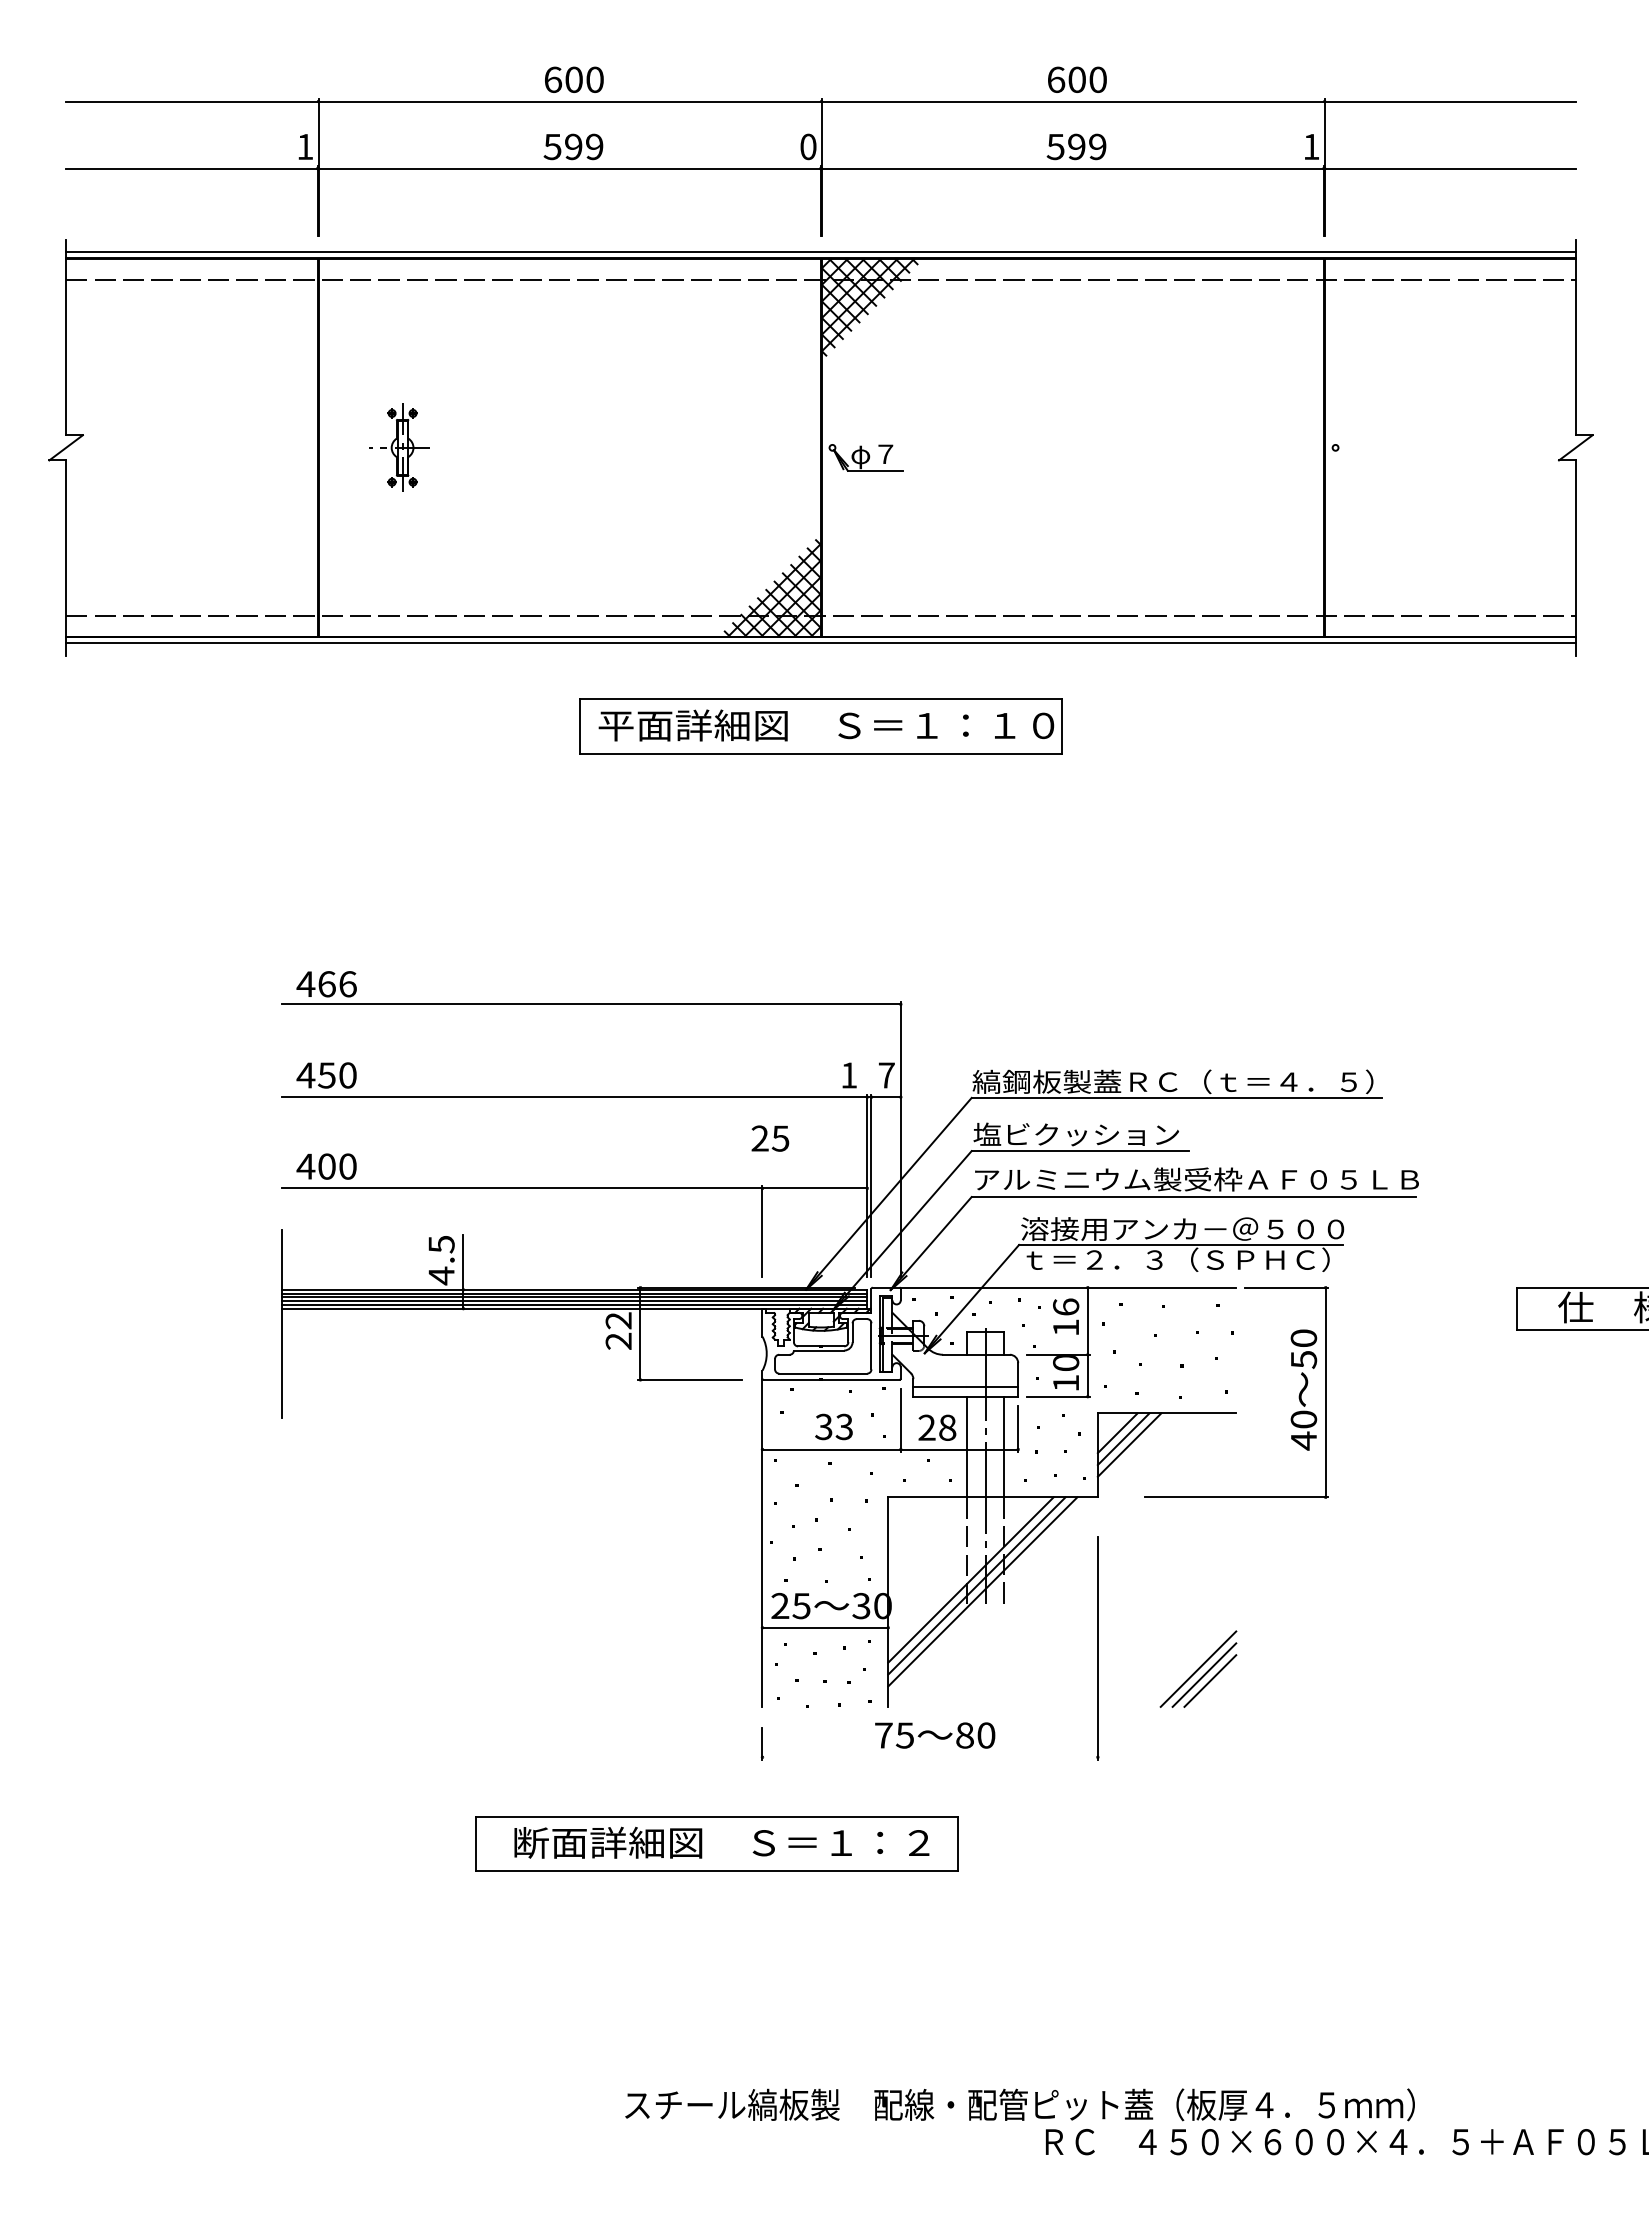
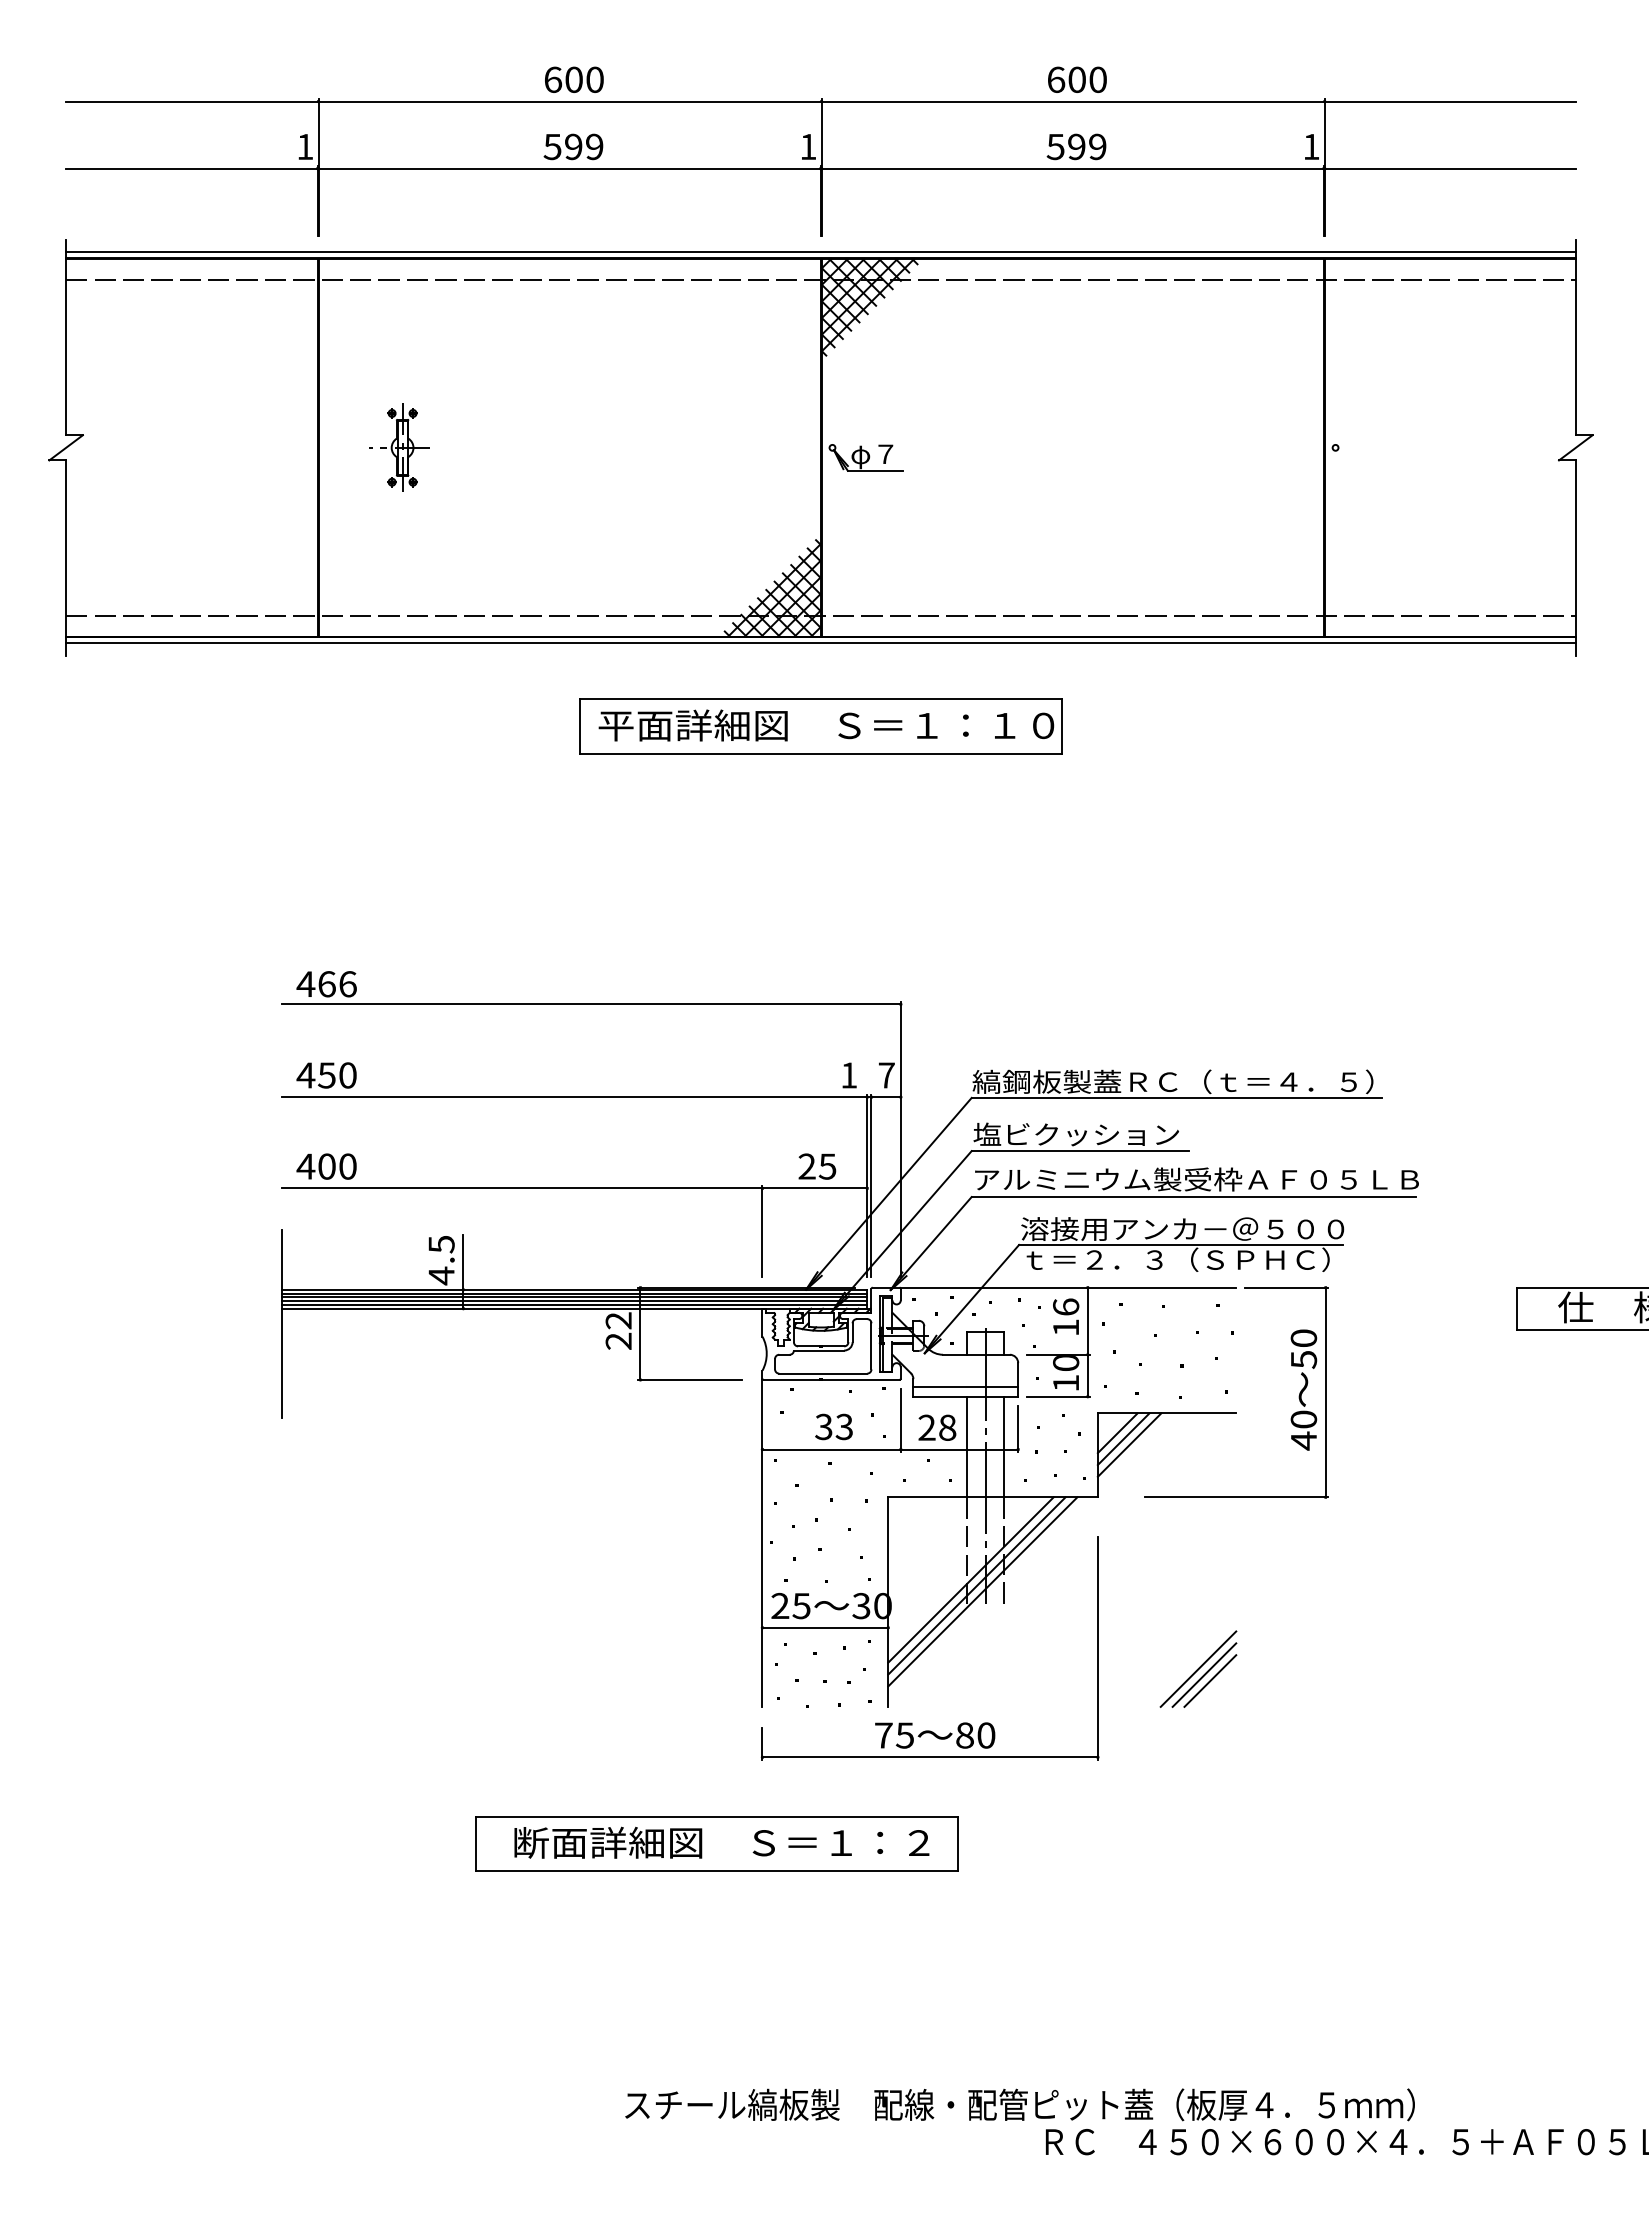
text at (808, 146): 0 -> 1
text at (770, 1138) position: (770, 1138) -> (817, 1166)
line at (929, 1757): none -> present
